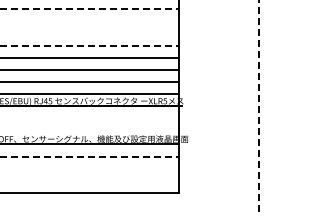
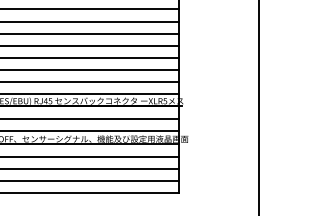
line at (89, 9): dashed -> solid
line at (90, 21): none -> present
line at (90, 33): none -> present
line at (89, 46): dashed -> solid
line at (259, 108): dashed -> solid
line at (90, 118): none -> present
line at (90, 131): none -> present
line at (89, 156): dashed -> solid
line at (90, 168): none -> present
line at (90, 180): none -> present
